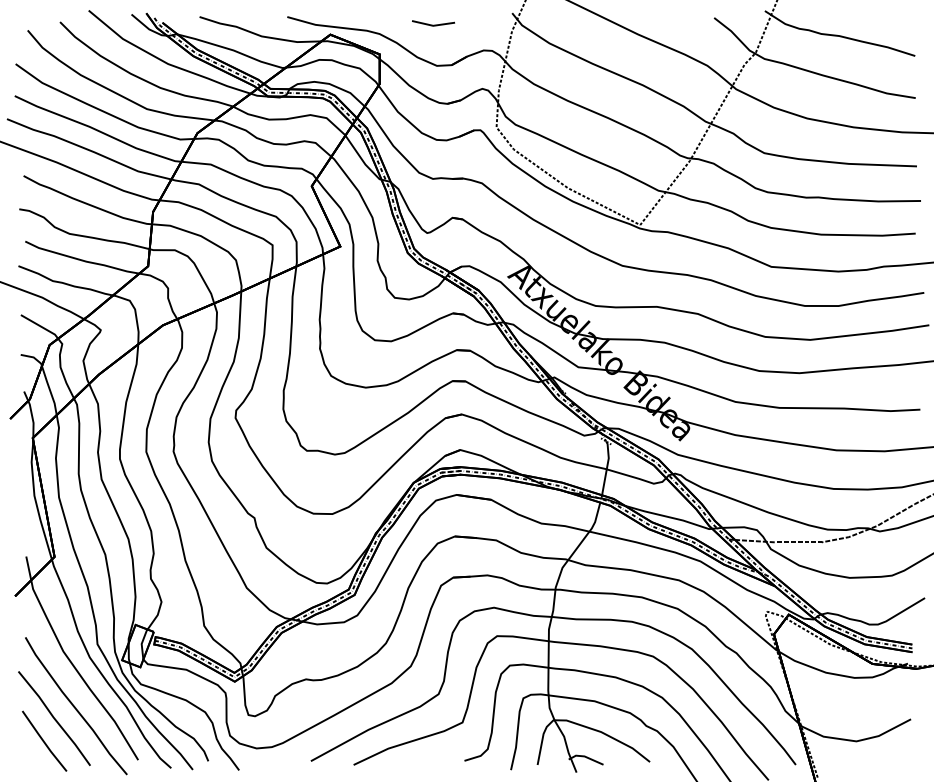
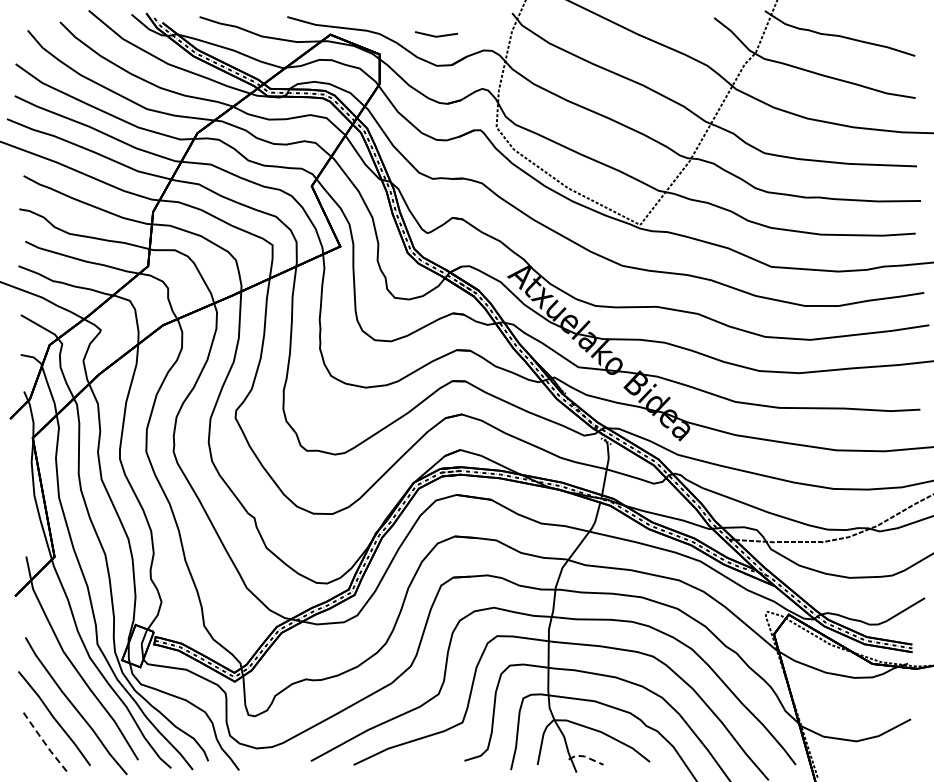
line at (433, 24) position: (433, 24) -> (436, 35)
line at (43, 741): solid -> dashed
line at (585, 756): solid -> dashed
